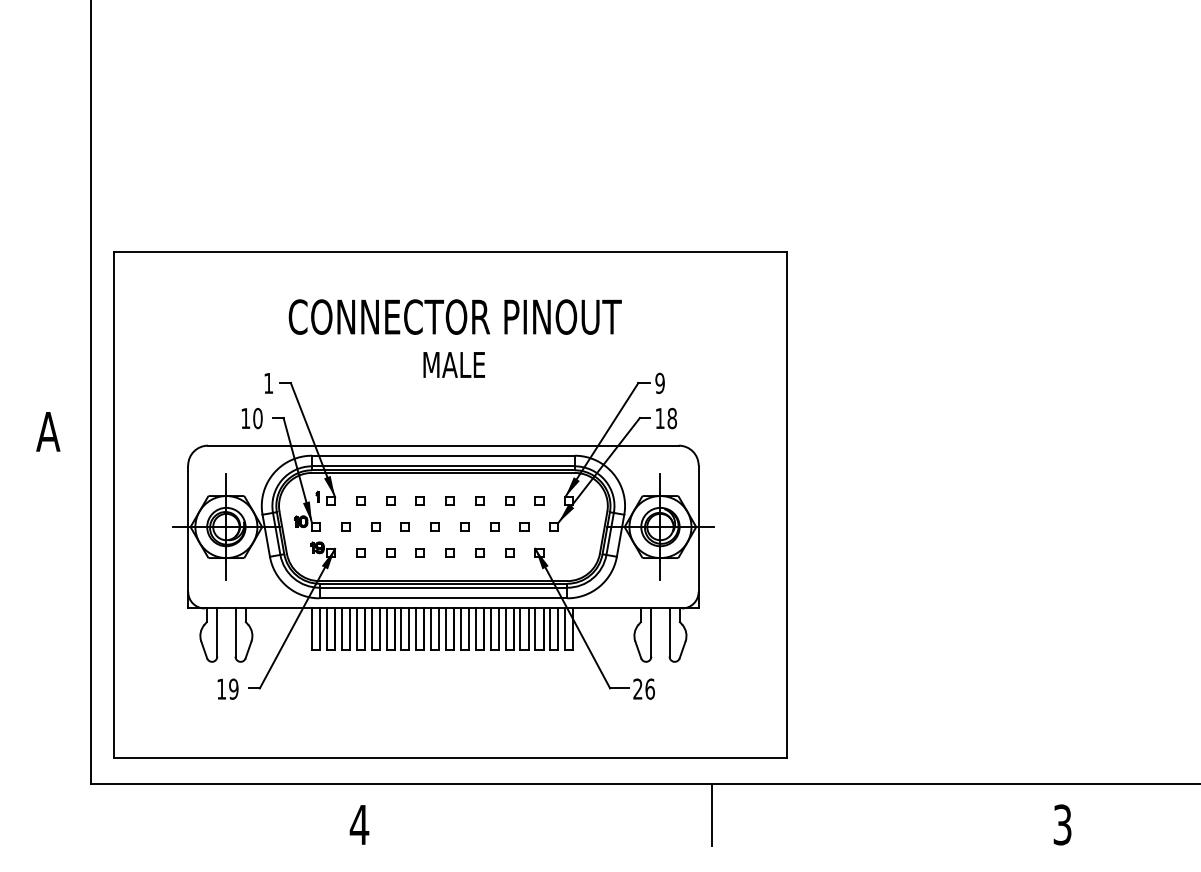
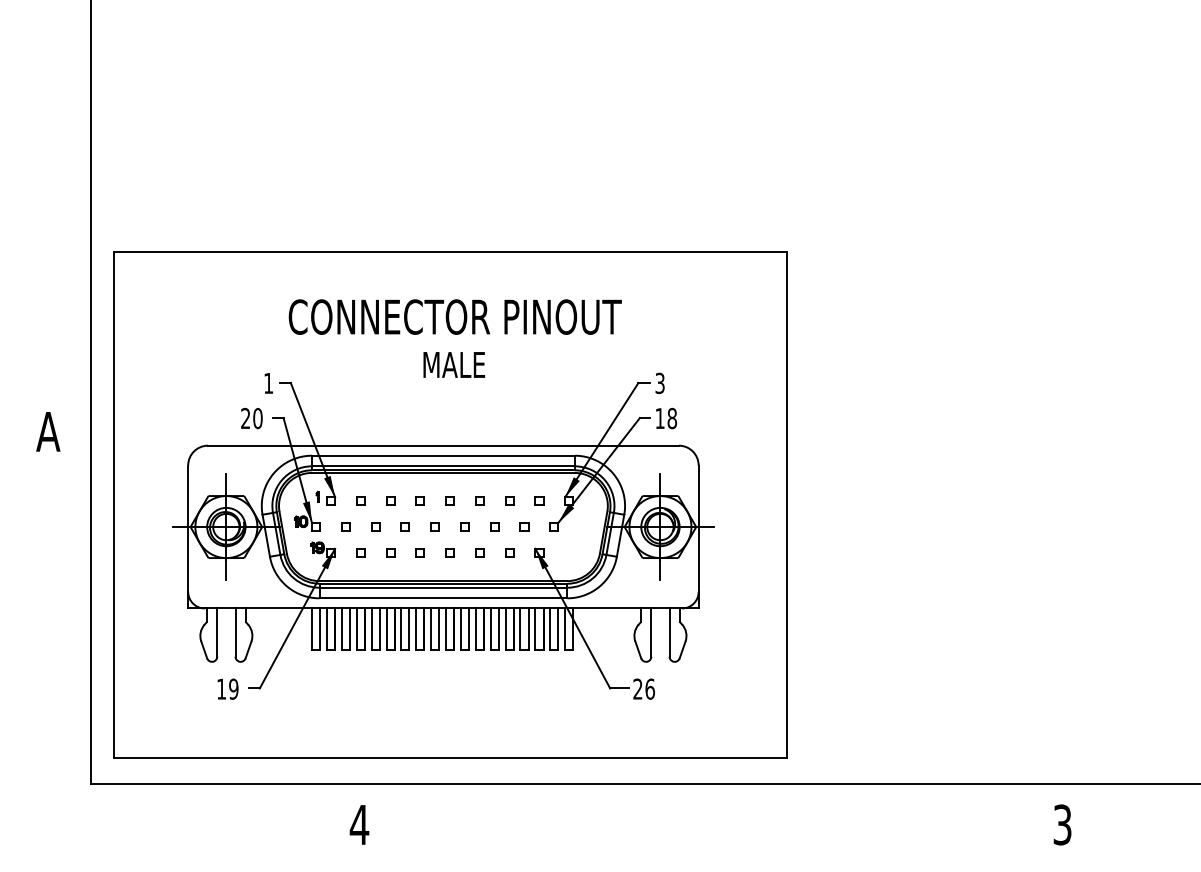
text at (659, 382): 9 -> 3
text at (245, 417): 10 -> 20
line at (711, 815): present -> none
